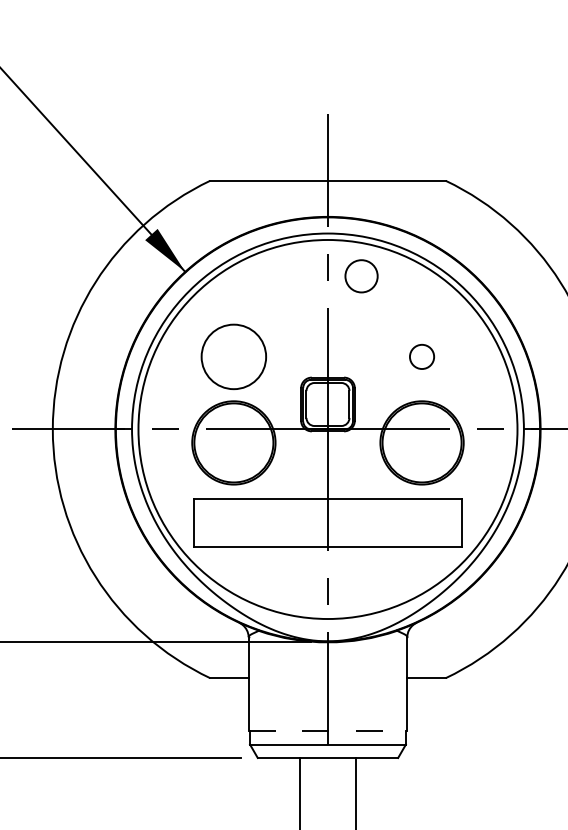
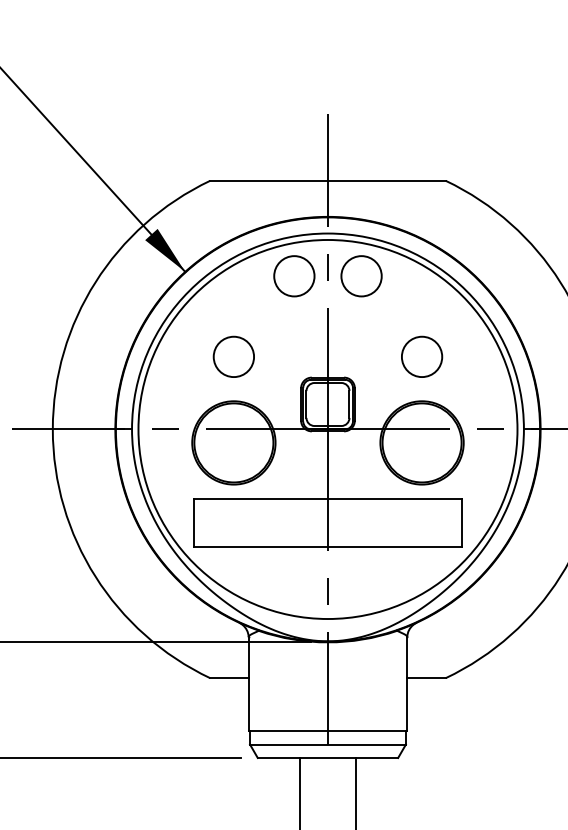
circle at (294, 276): none -> present
circle at (361, 276) size: 35x35 px -> 43x43 px
circle at (233, 356) diameter: 65 px -> 40 px
circle at (421, 356) diameter: 24 px -> 40 px
line at (328, 731): dashed -> solid
